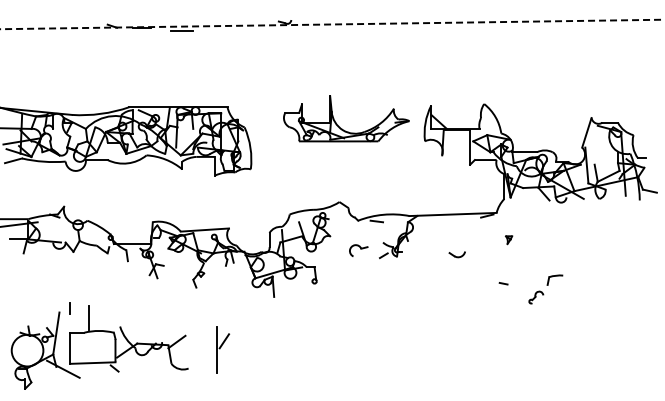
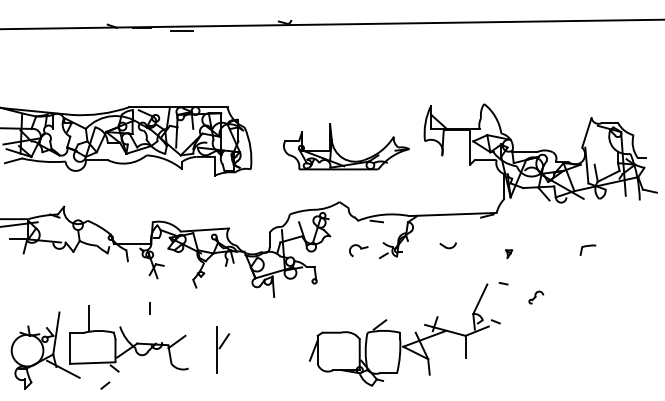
line at (332, 24): dashed -> solid
part at (337, 123) position: (337, 123) -> (337, 151)
part at (508, 240) position: (508, 240) -> (508, 254)
part at (456, 254) position: (456, 254) -> (447, 245)
part at (554, 279) position: (554, 279) -> (587, 249)
line at (69, 308) position: (69, 308) -> (149, 308)
part at (404, 334): none -> present
line at (105, 385): none -> present
